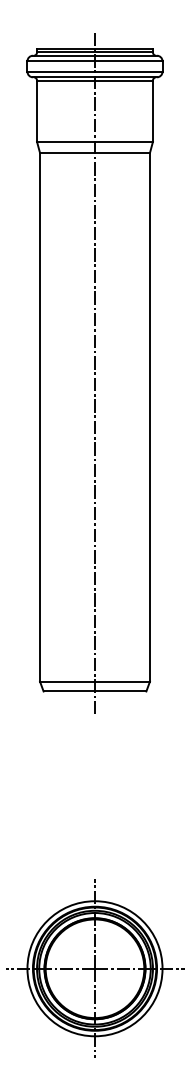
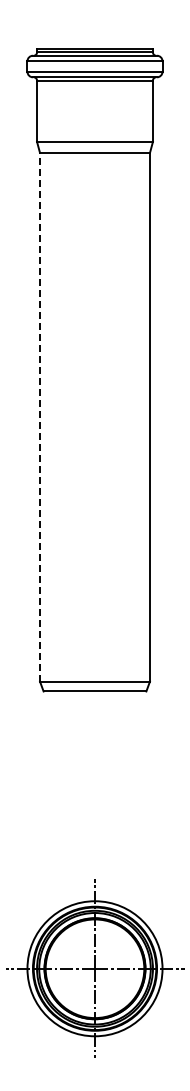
line at (95, 373): present -> none
line at (40, 416): solid -> dashed
